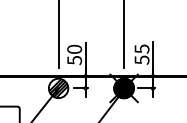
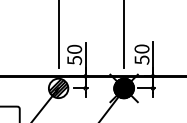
text at (141, 48): 55 -> 50
